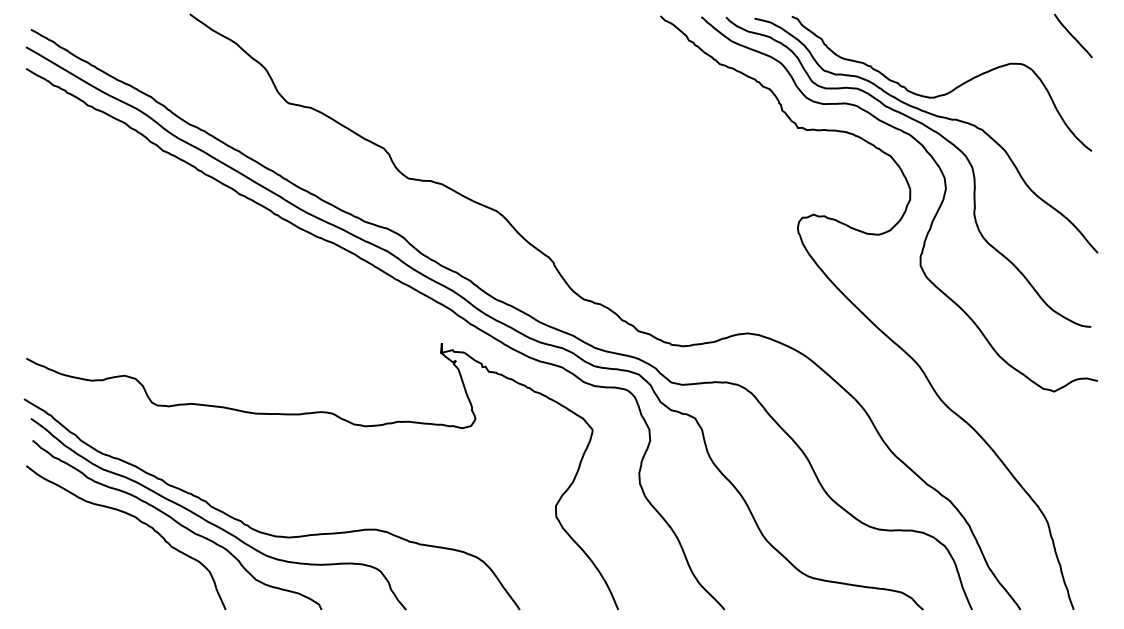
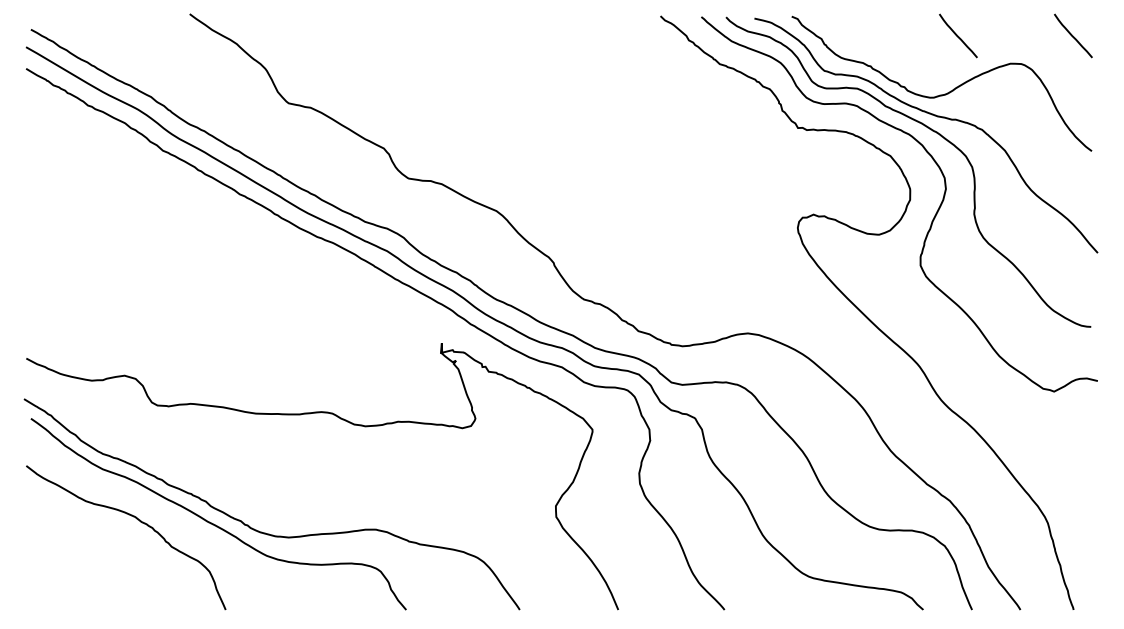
curve at (958, 35): none -> present
curve at (178, 524): present -> none
